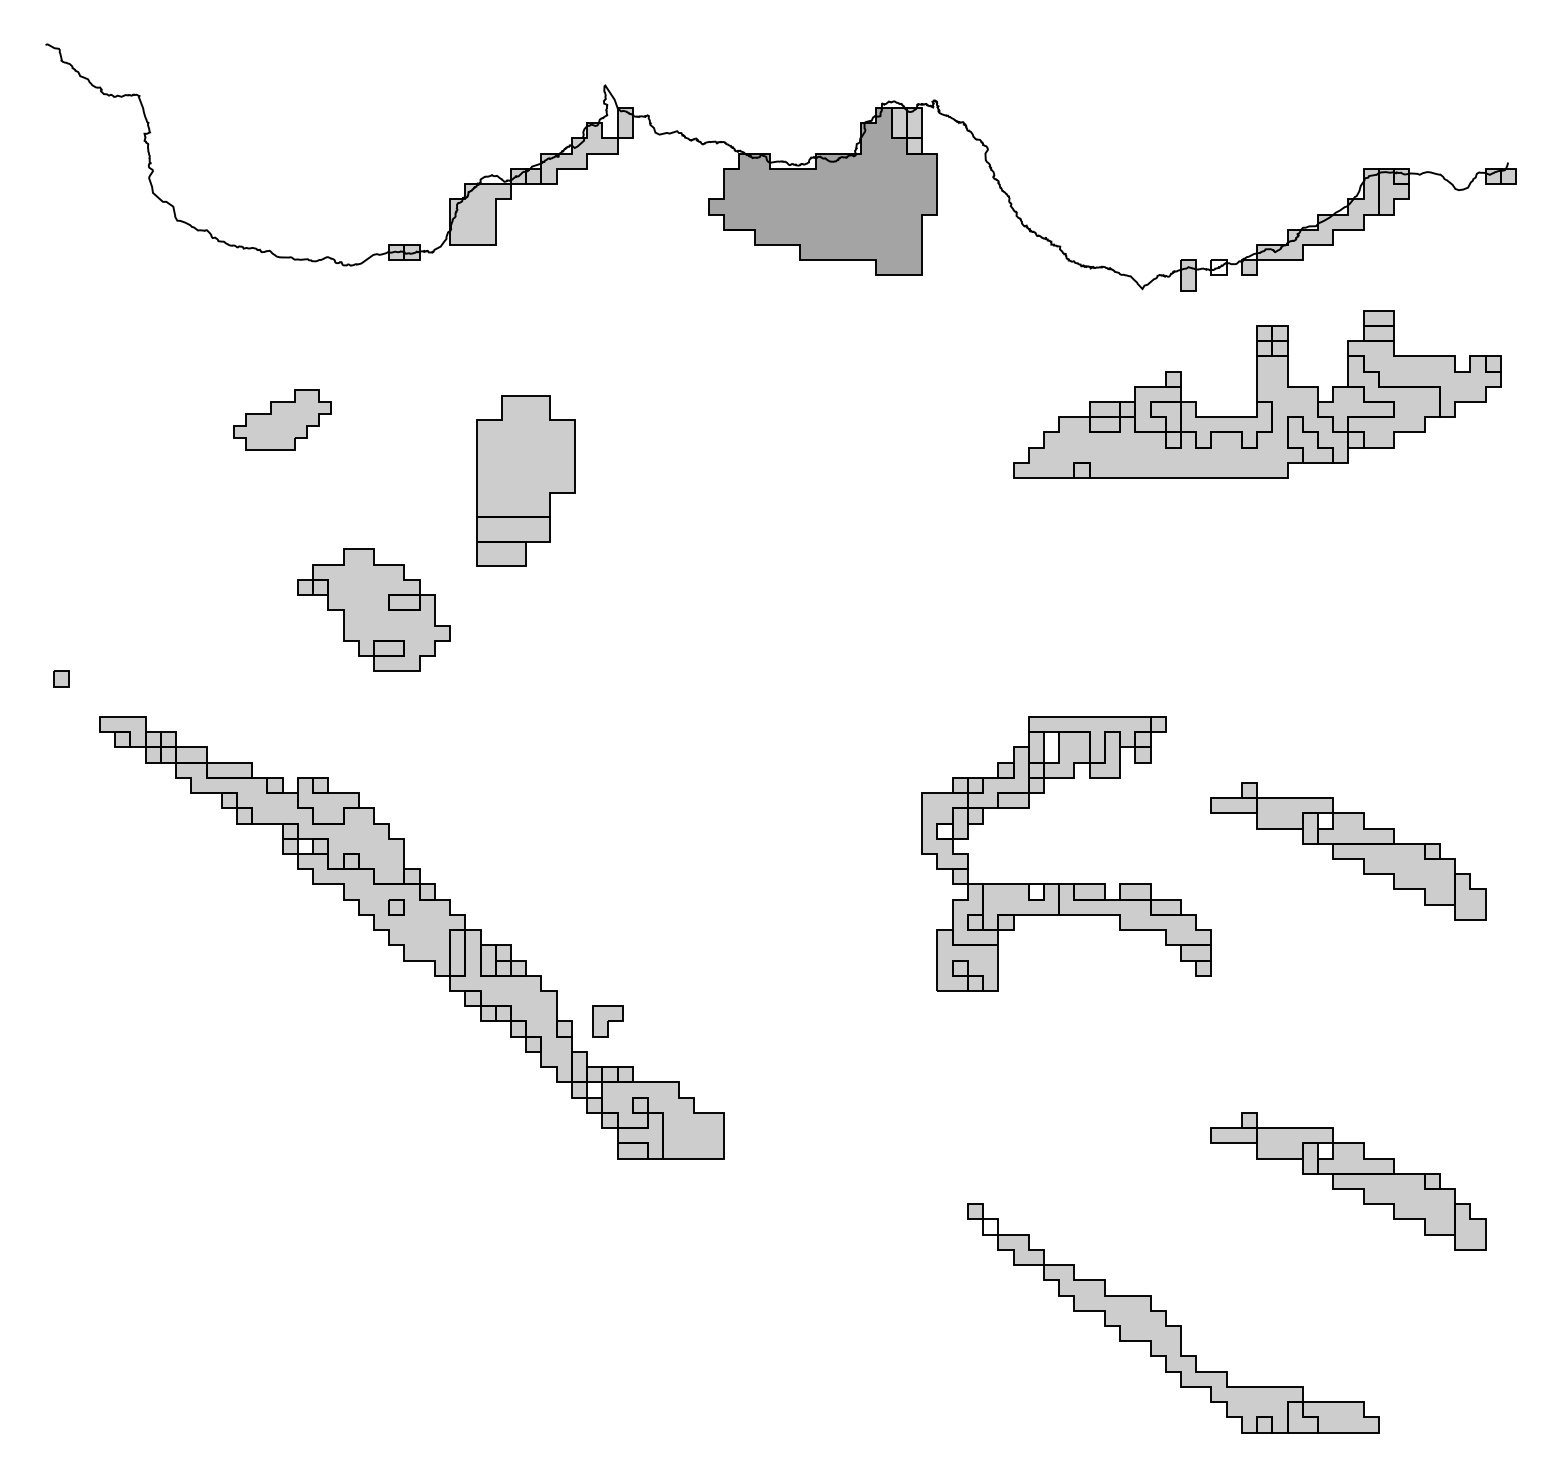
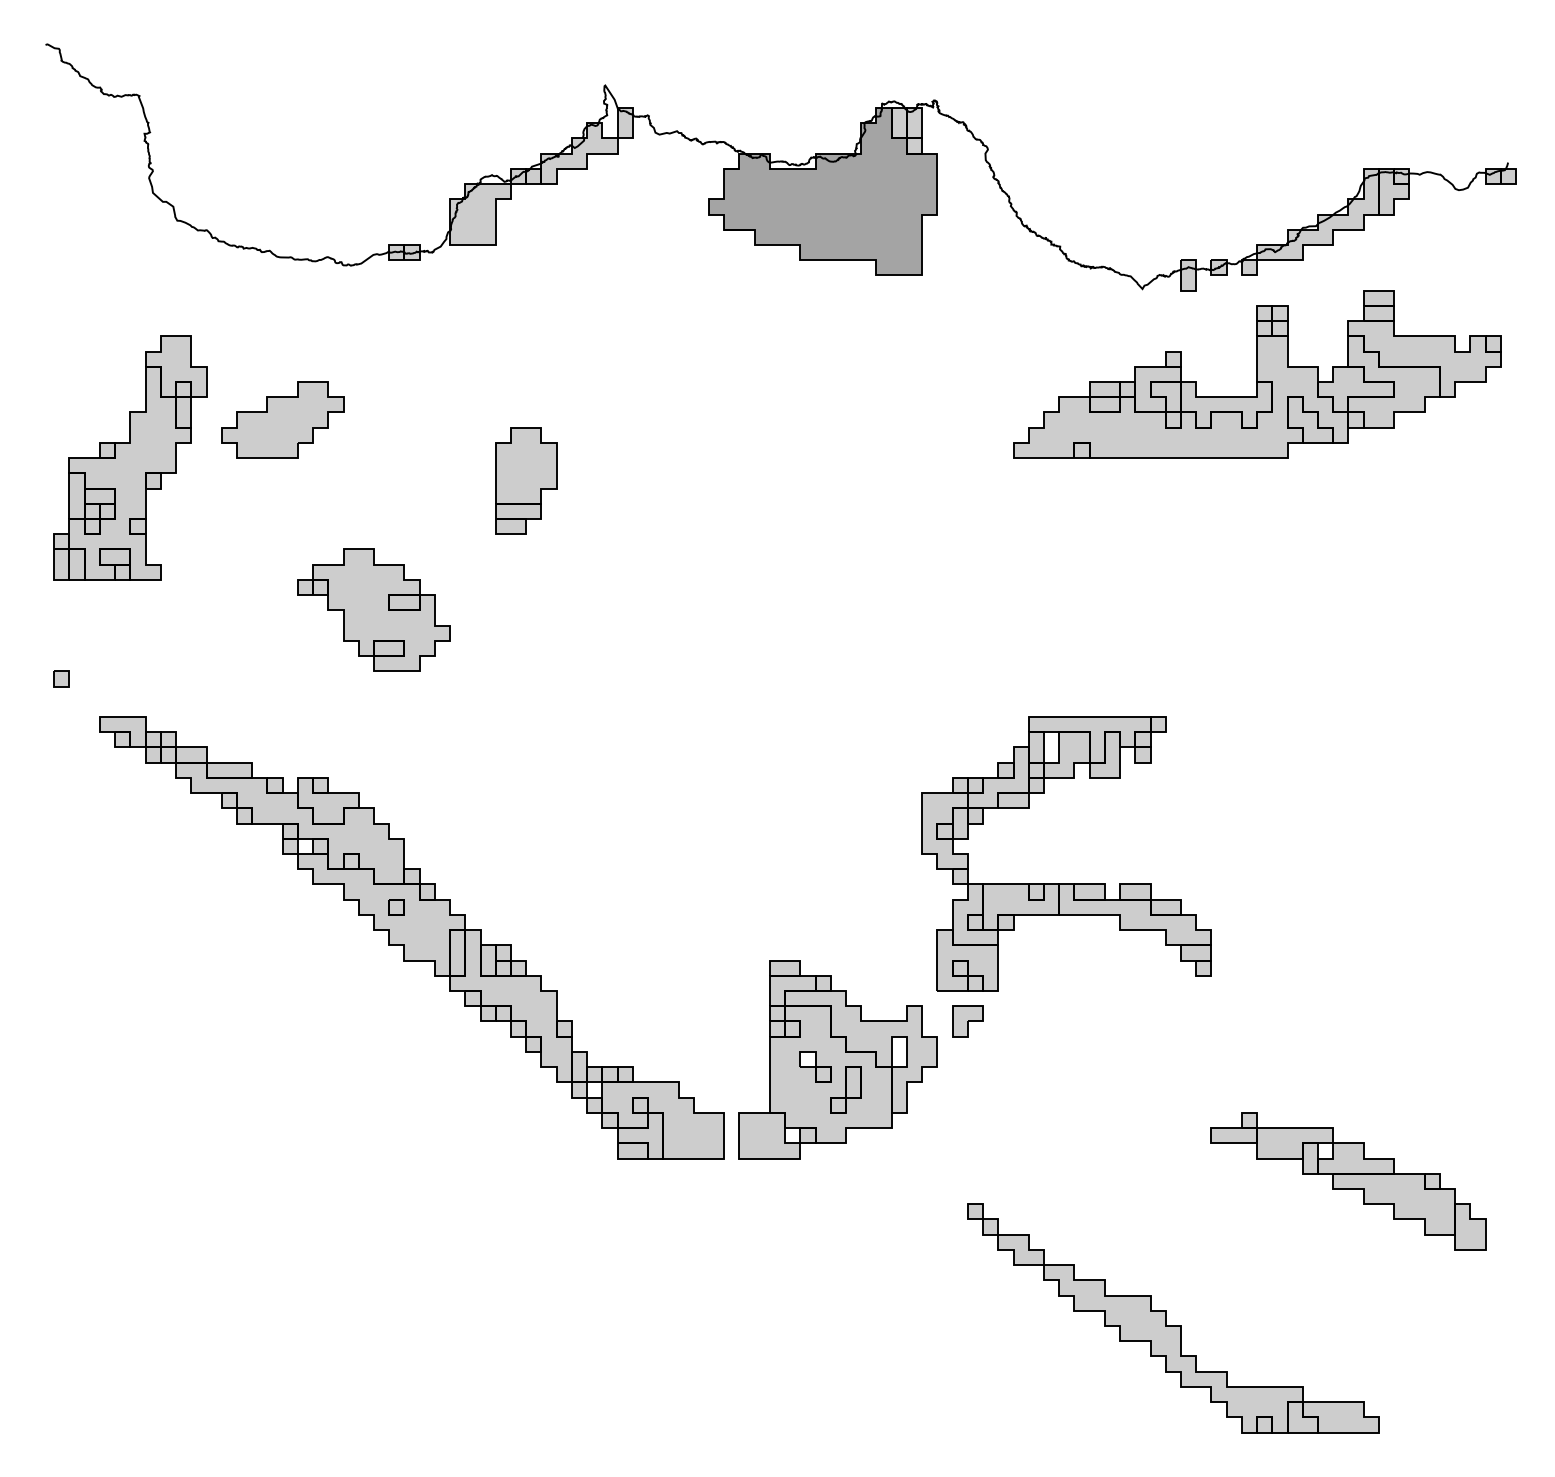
fill at (1218, 267): none -> present
part at (1257, 394) position: (1257, 394) -> (1257, 374)
part at (282, 419) size: 99x62 px -> 124x78 px
part at (130, 457): none -> present
part at (525, 480) size: 100x172 px -> 63x108 px
fill at (944, 830): none -> present
part at (1348, 851): present -> none
fill at (1035, 891): none -> present
part at (607, 1021) position: (607, 1021) -> (967, 1021)
part at (837, 1059): none -> present
fill at (990, 1226): none -> present
